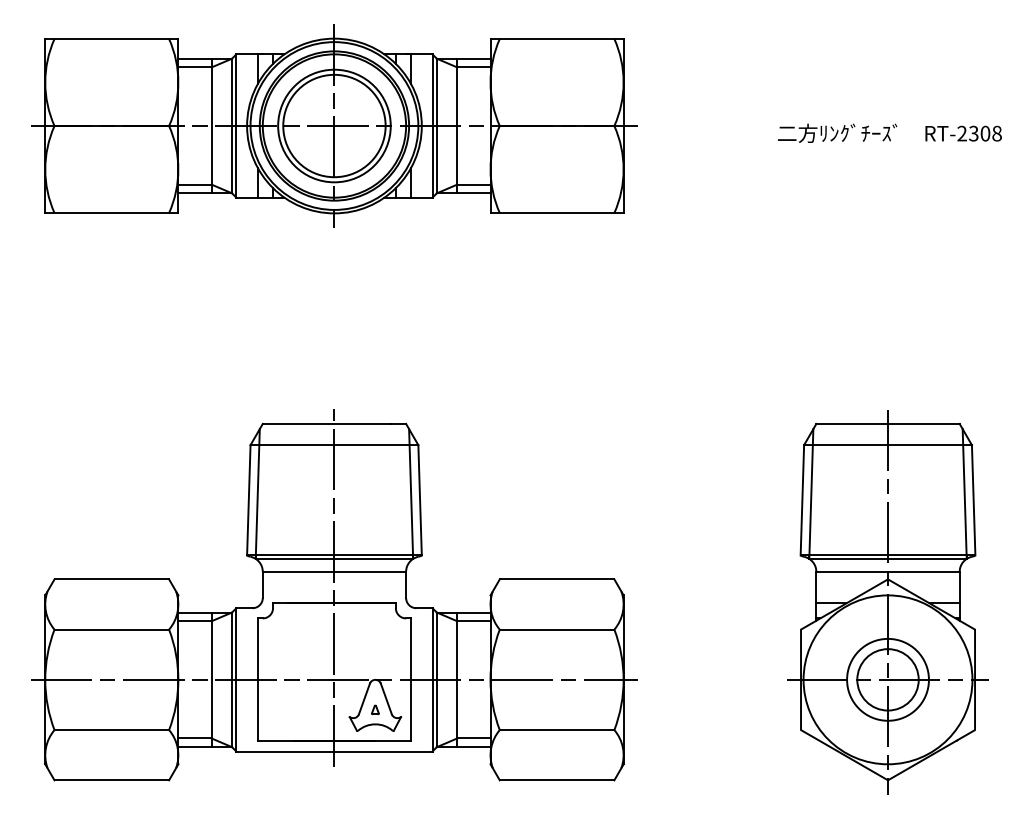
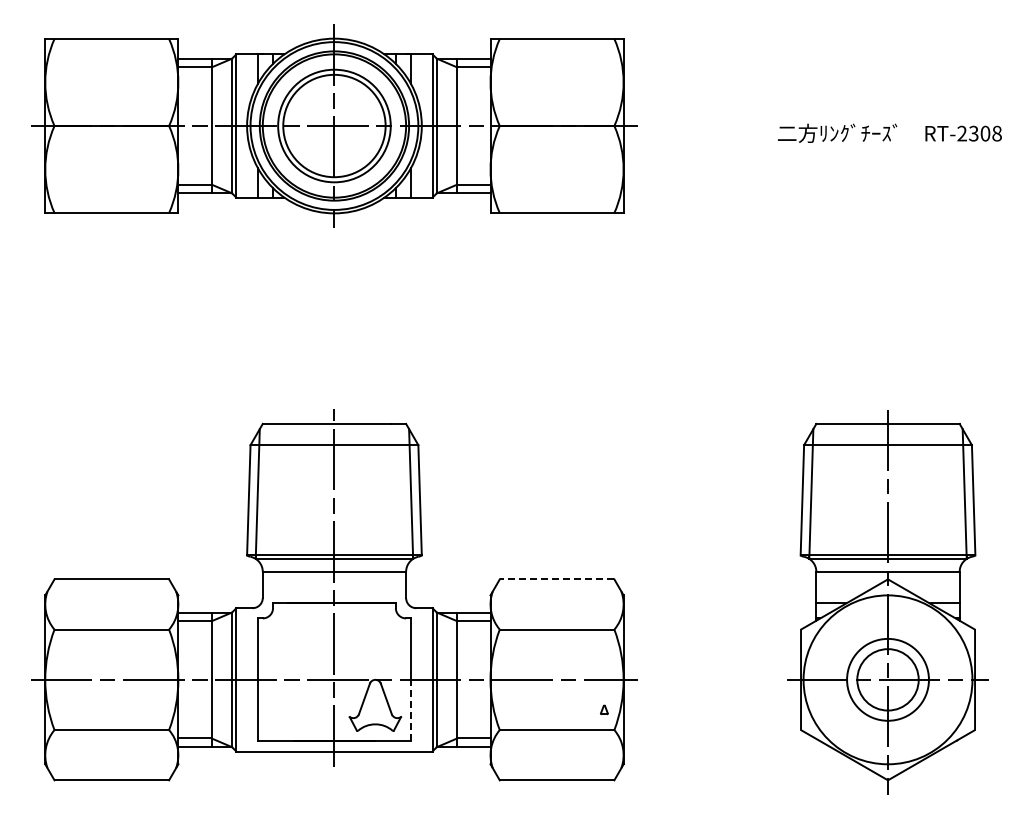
line at (556, 579): solid -> dashed
part at (375, 709) position: (375, 709) -> (604, 709)
line at (411, 710): solid -> dashed
